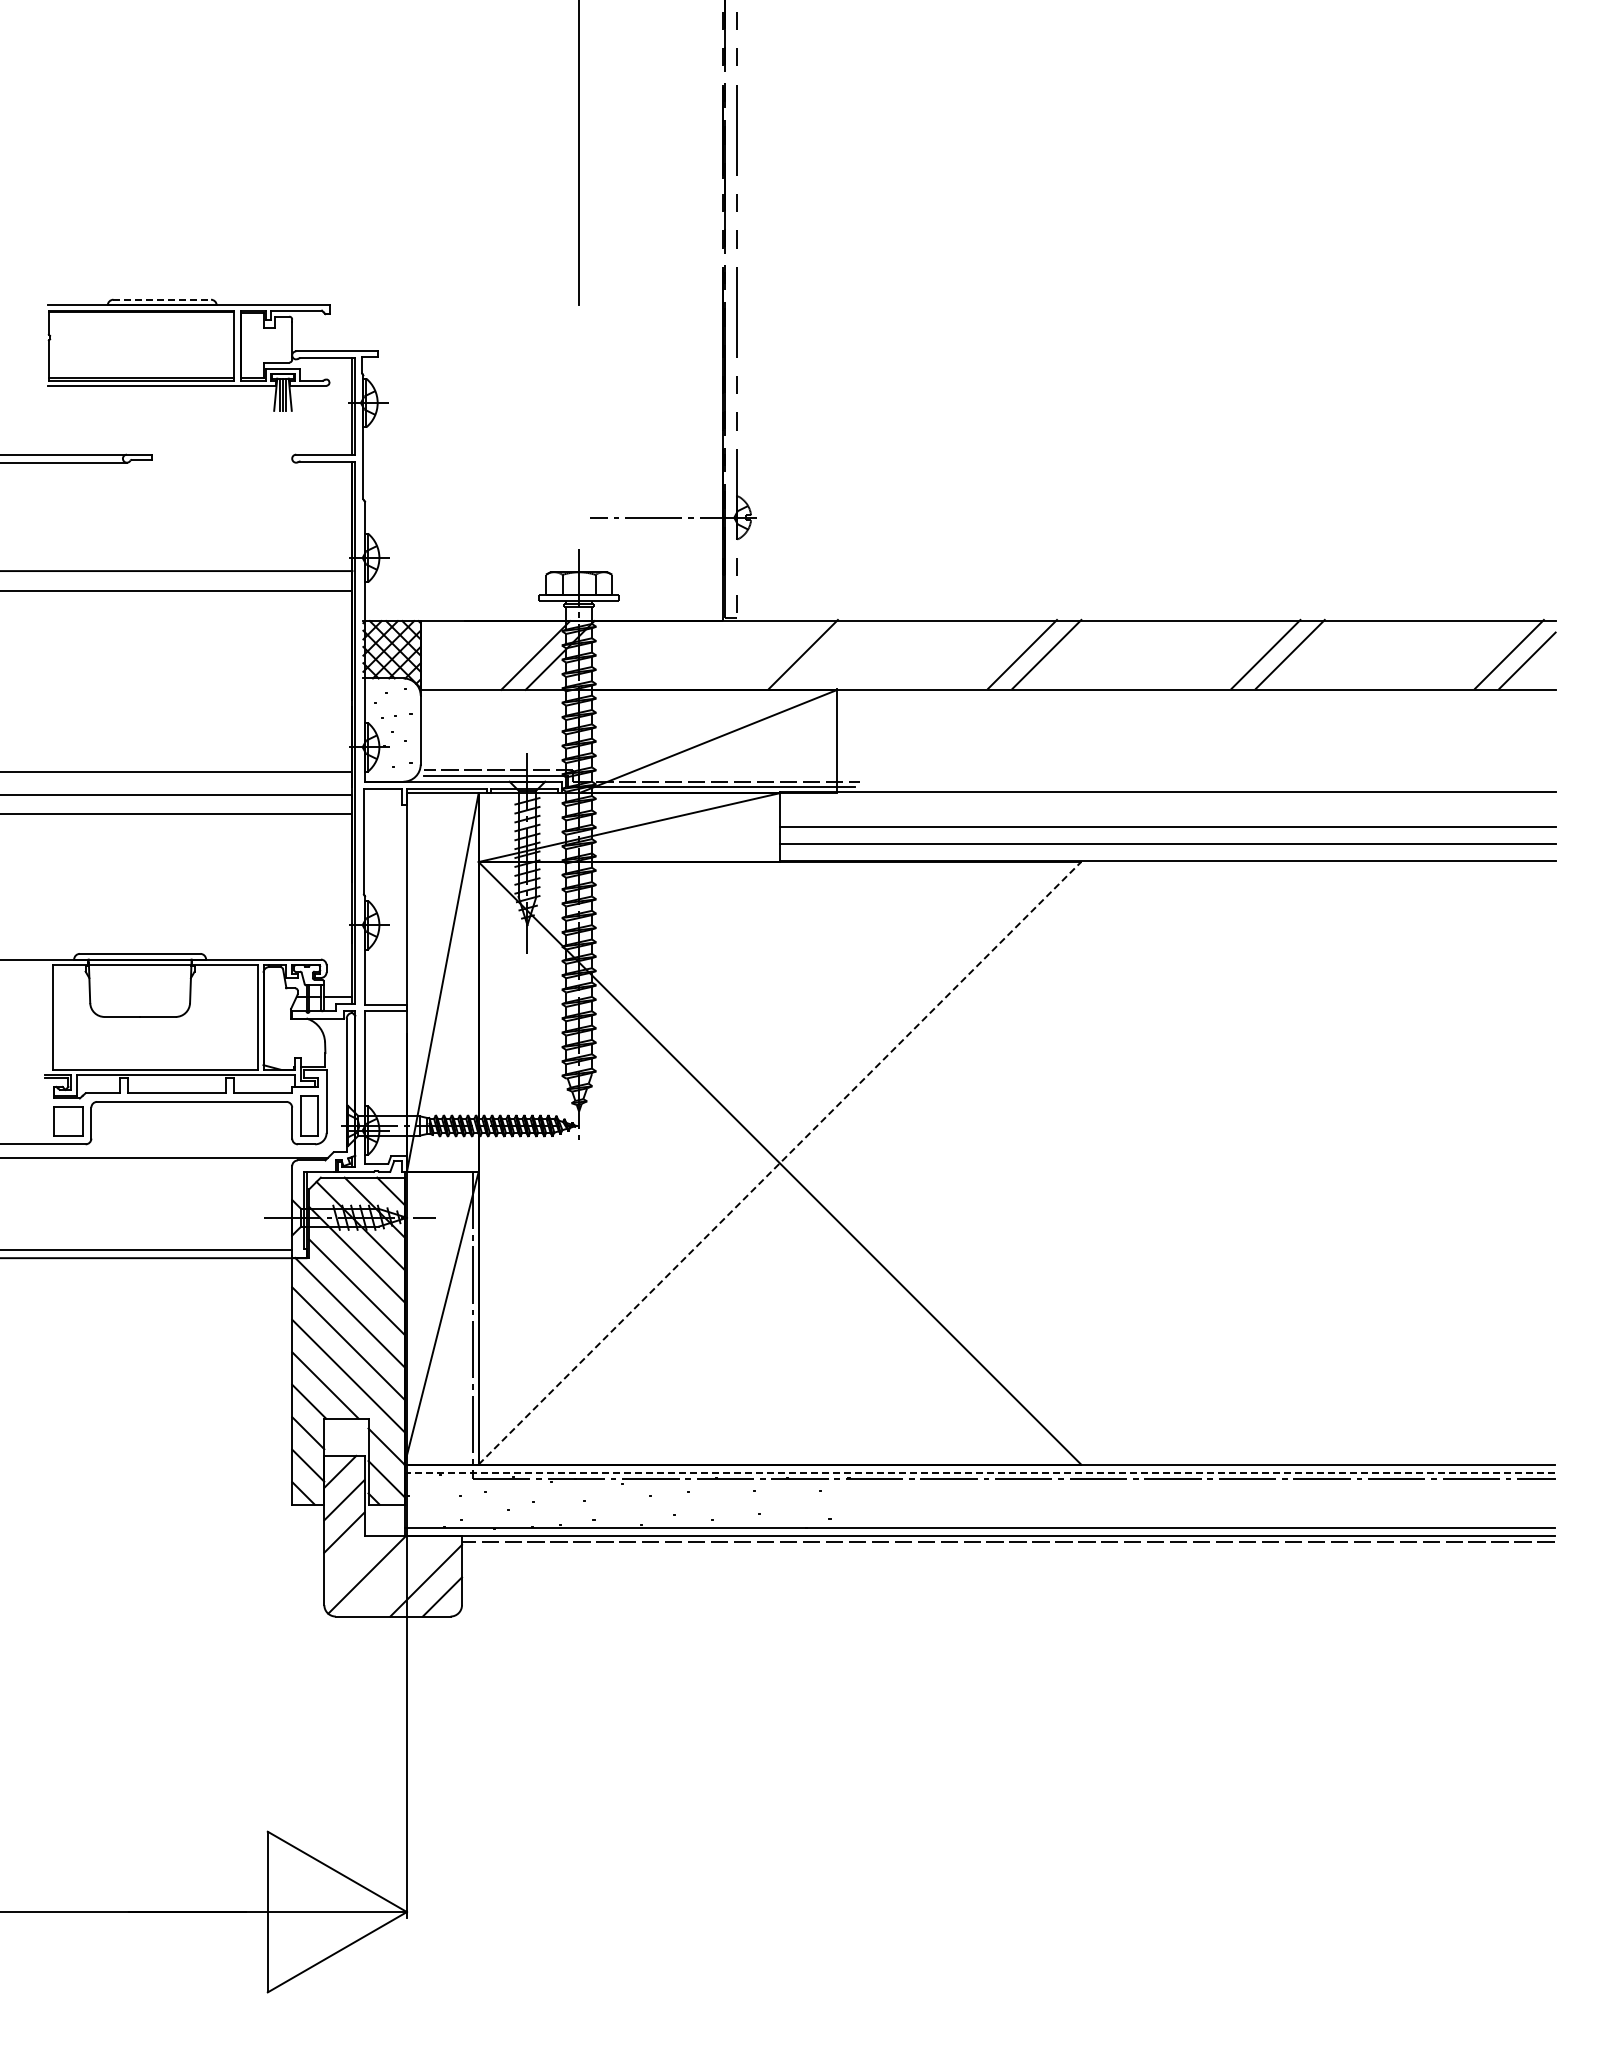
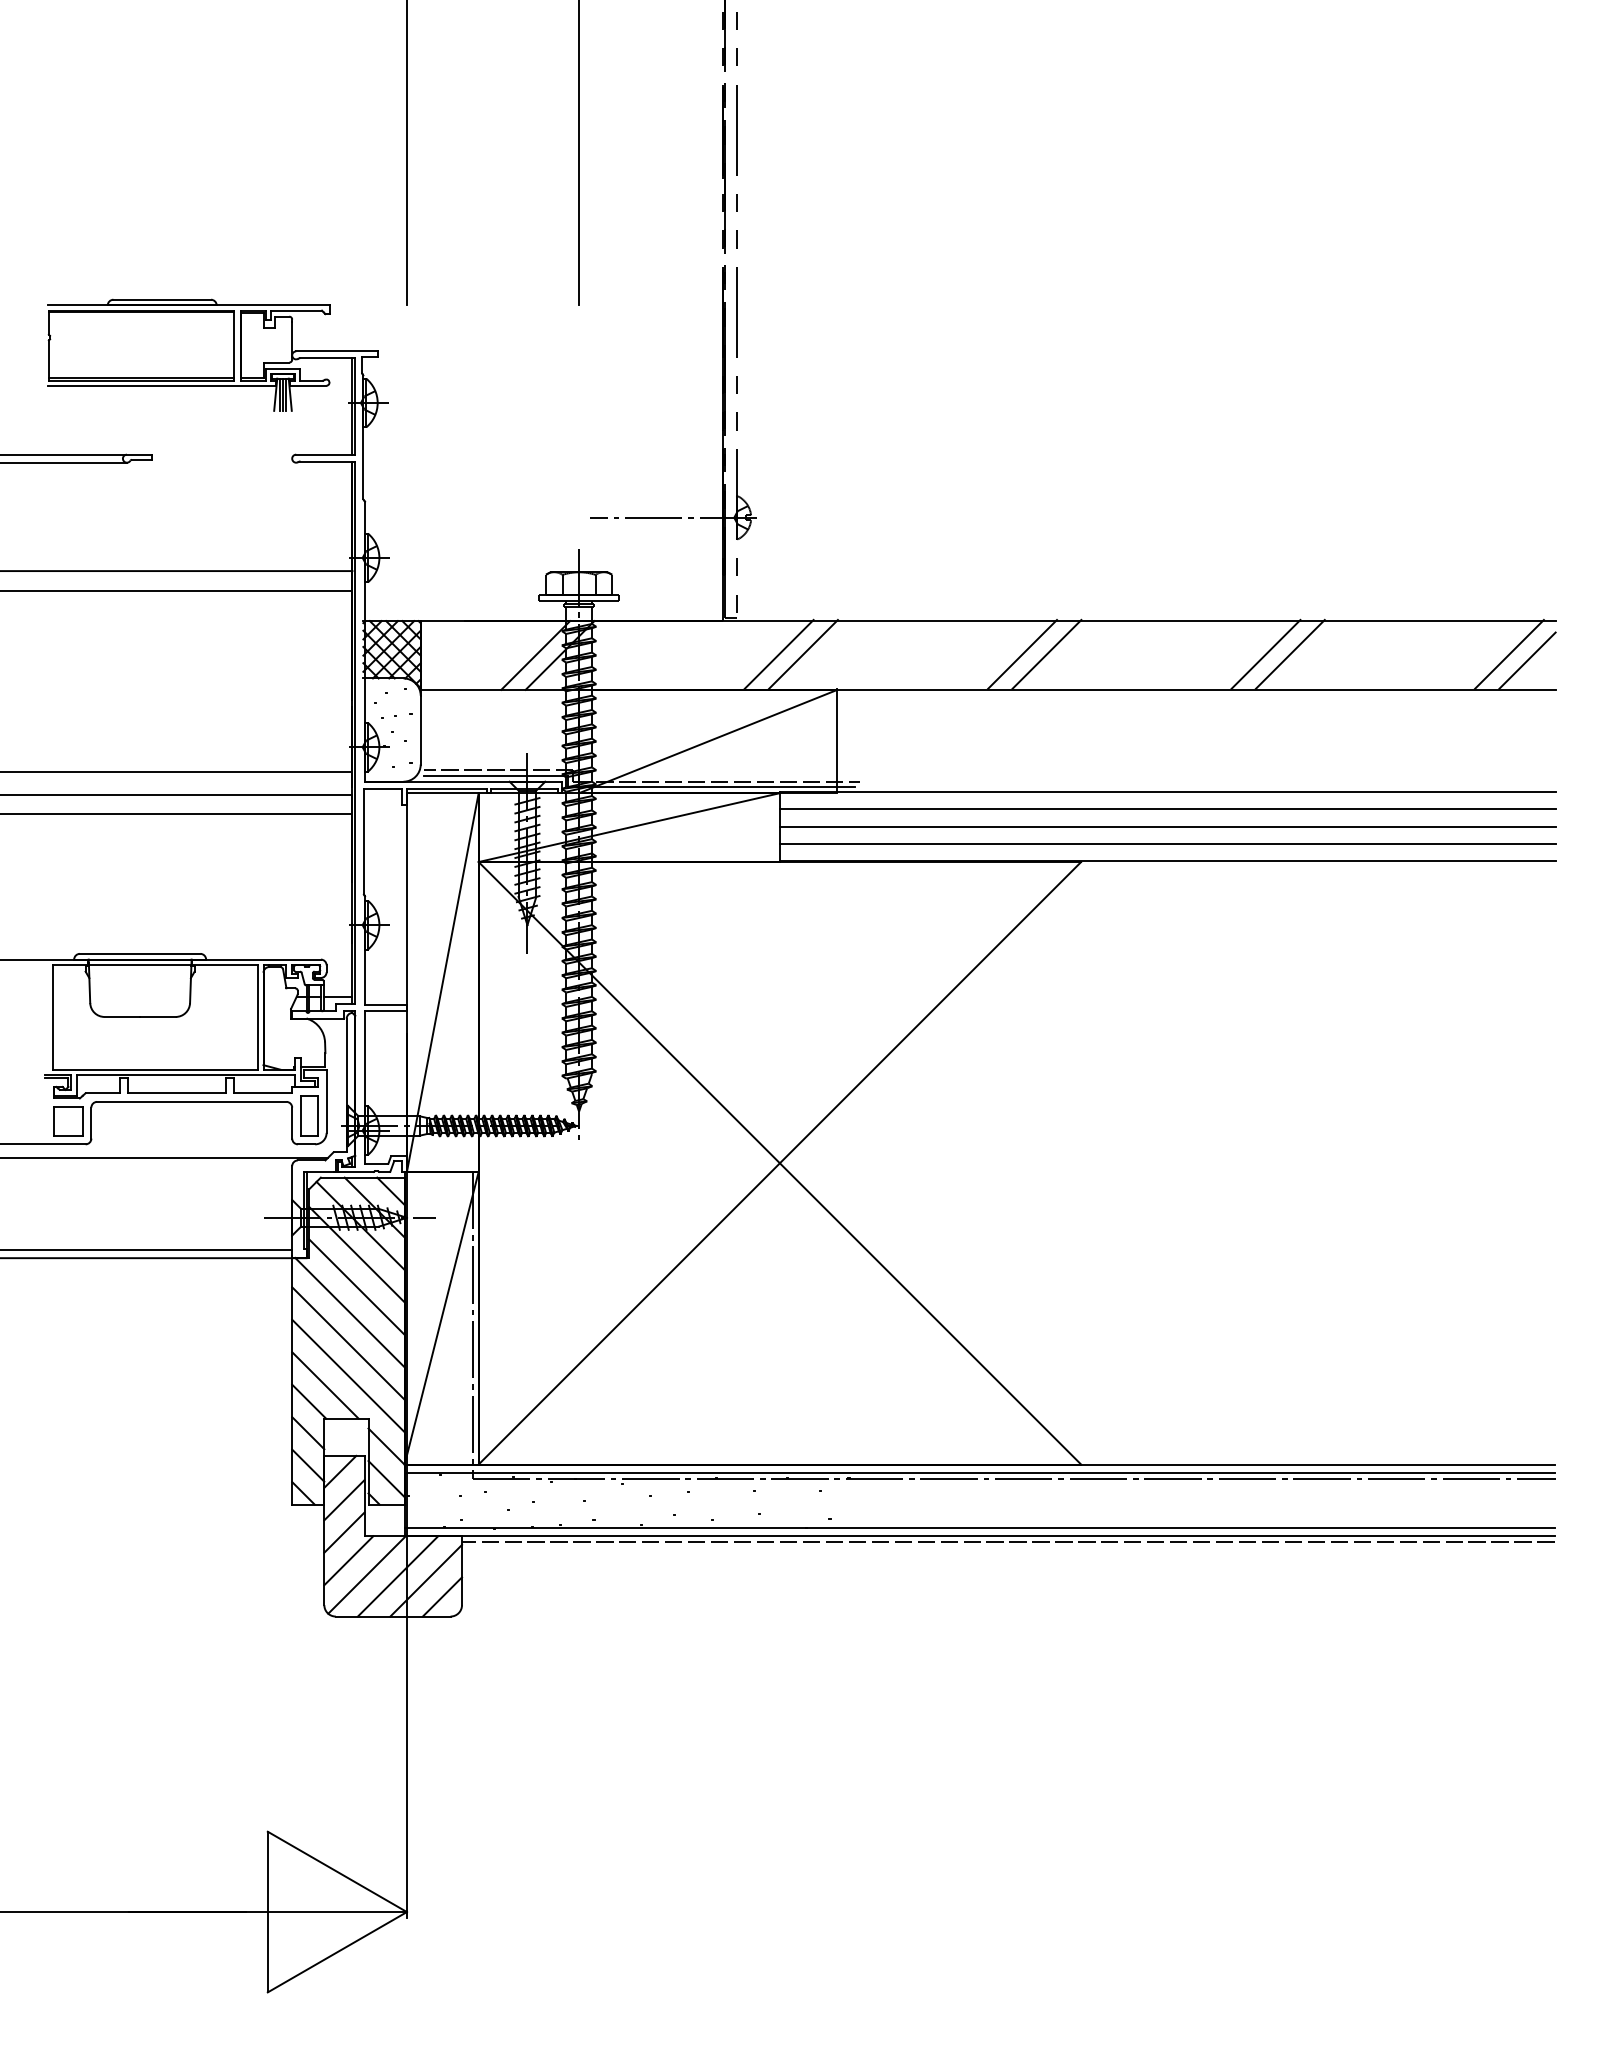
line at (406, 153): none -> present
line at (162, 299): dashed -> solid
line at (778, 653): none -> present
line at (1167, 809): none -> present
line at (780, 1162): dashed -> solid
line at (979, 1473): dashed -> solid
line at (348, 1560): none -> present
line at (397, 1576): none -> present
